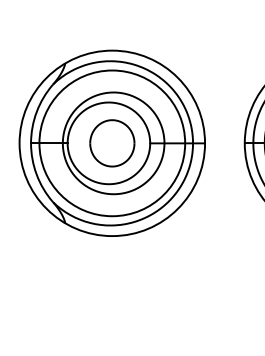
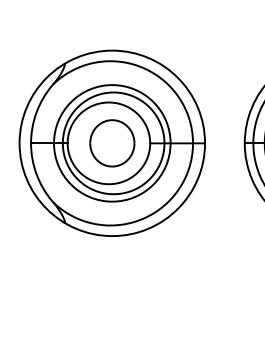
circle at (112, 143) diameter: 146 px -> 117 px
